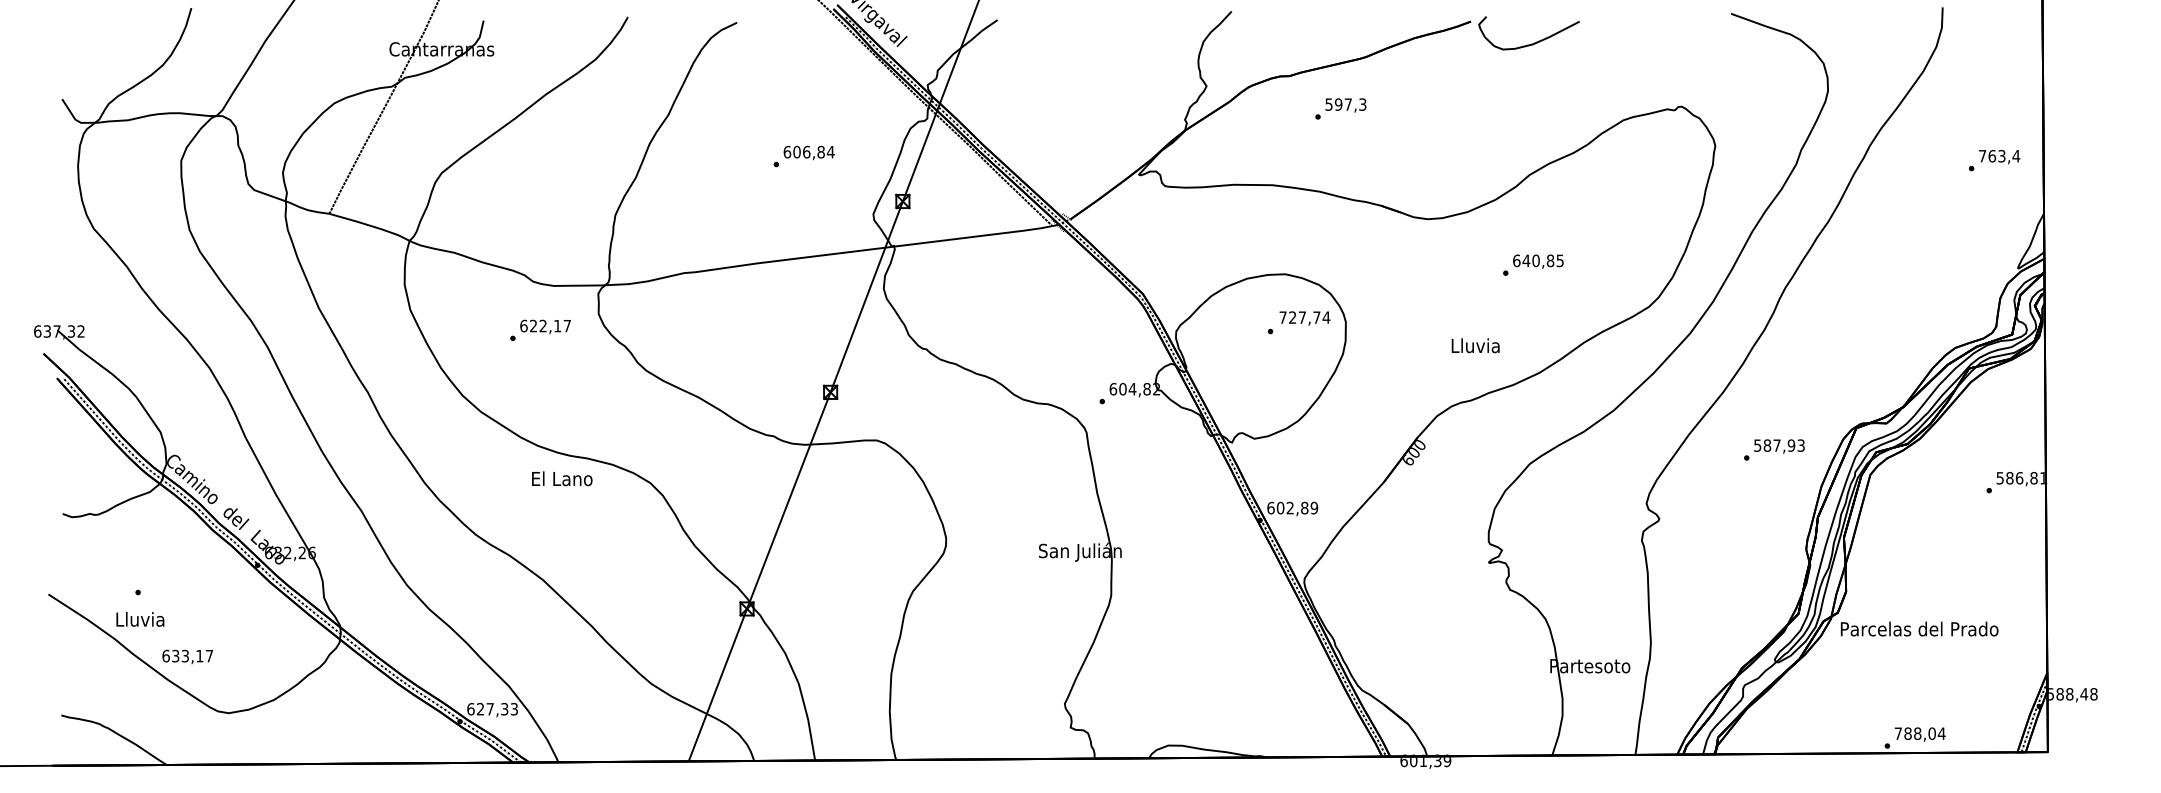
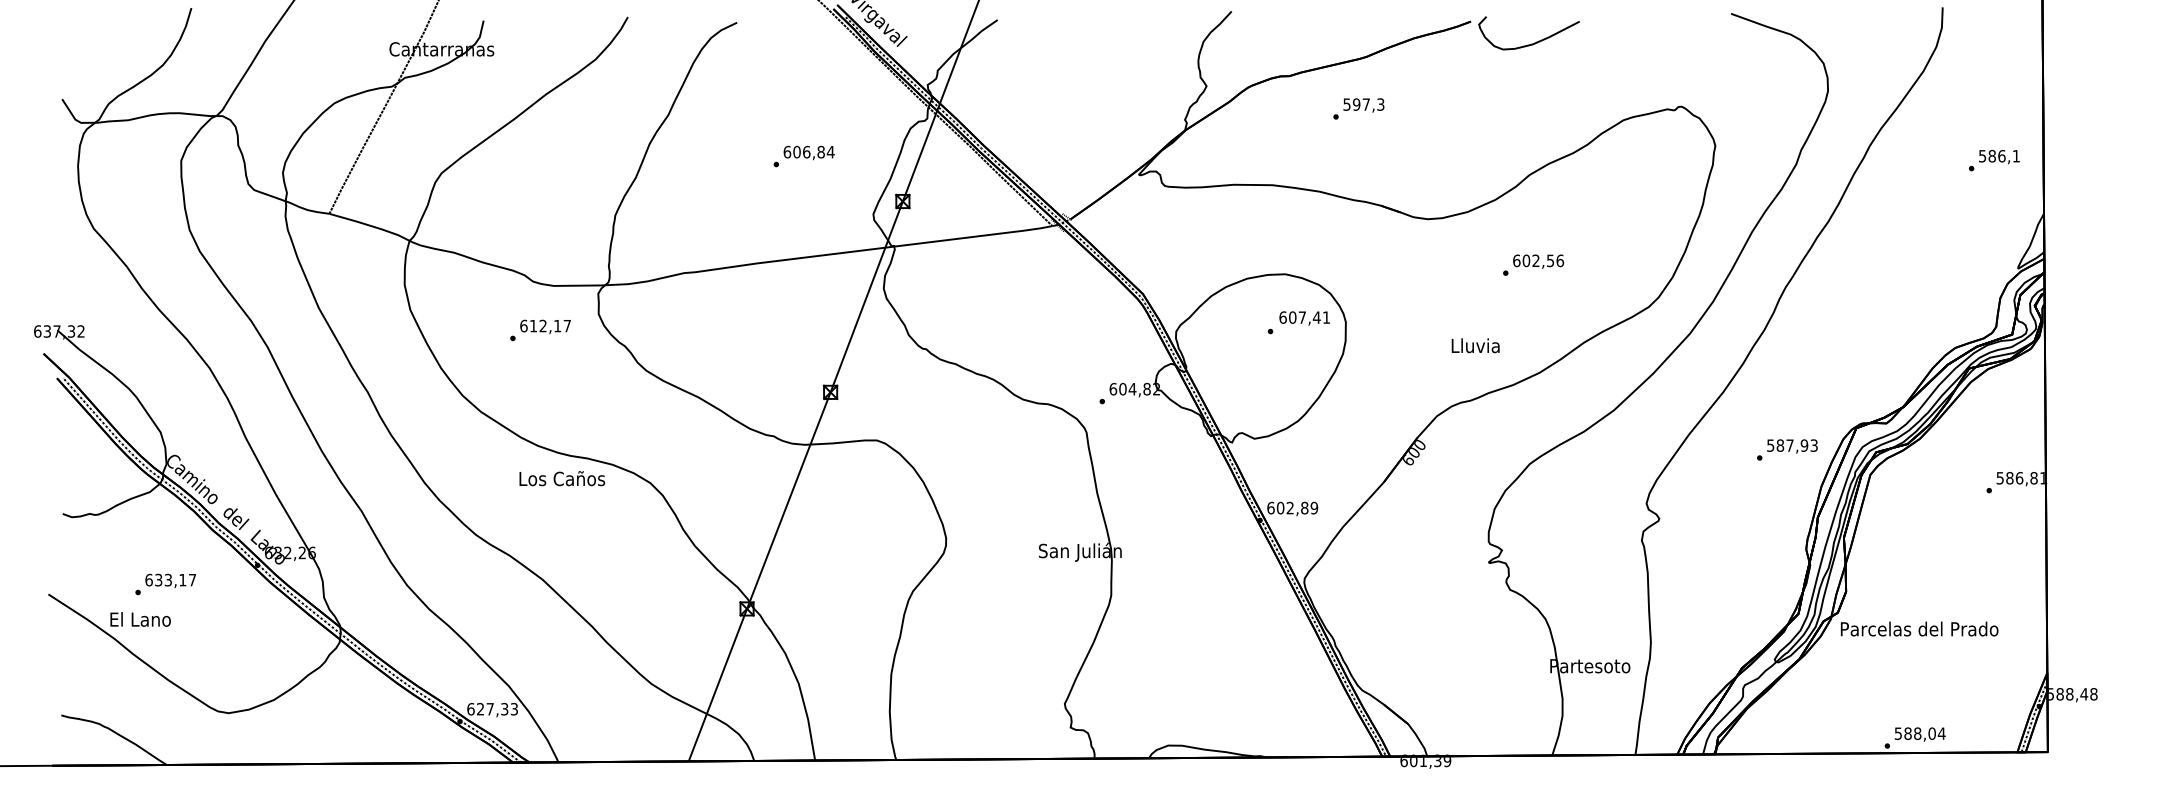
text at (1340, 108) position: (1340, 108) -> (1358, 108)
text at (1999, 155): 763,4 -> 586,1
text at (1543, 260): 640,85 -> 602,56
text at (1304, 317): 727,74 -> 607,41
text at (532, 325): 622,17 -> 612,17
text at (1774, 449) position: (1774, 449) -> (1787, 449)
text at (562, 478): El Lano -> Los Caños
text at (140, 619): Lluvia -> El Lano
text at (187, 656) position: (187, 656) -> (170, 580)
text at (1897, 733): 788,04 -> 588,04
